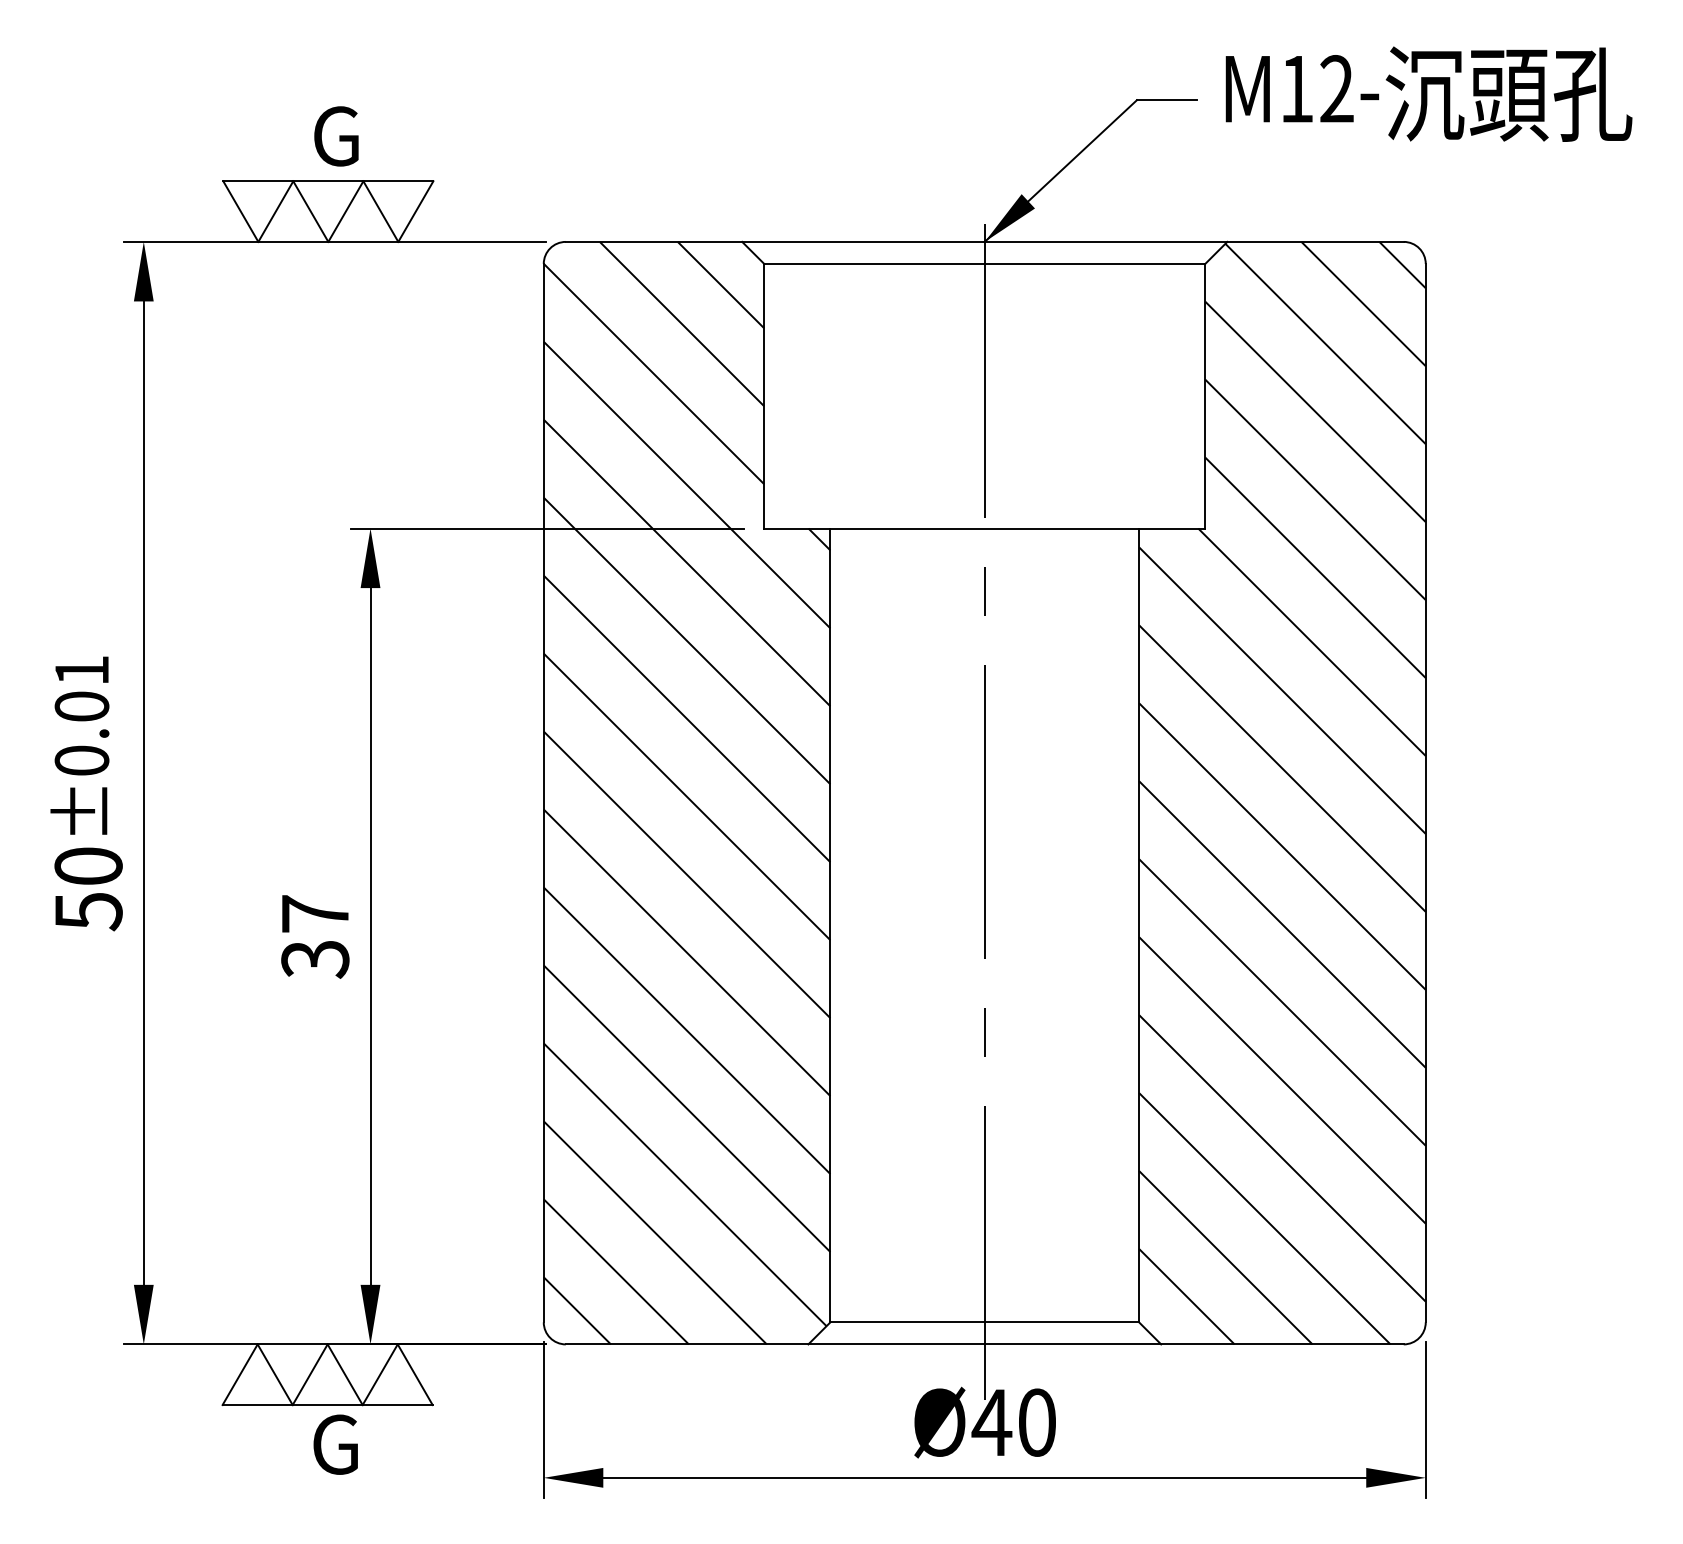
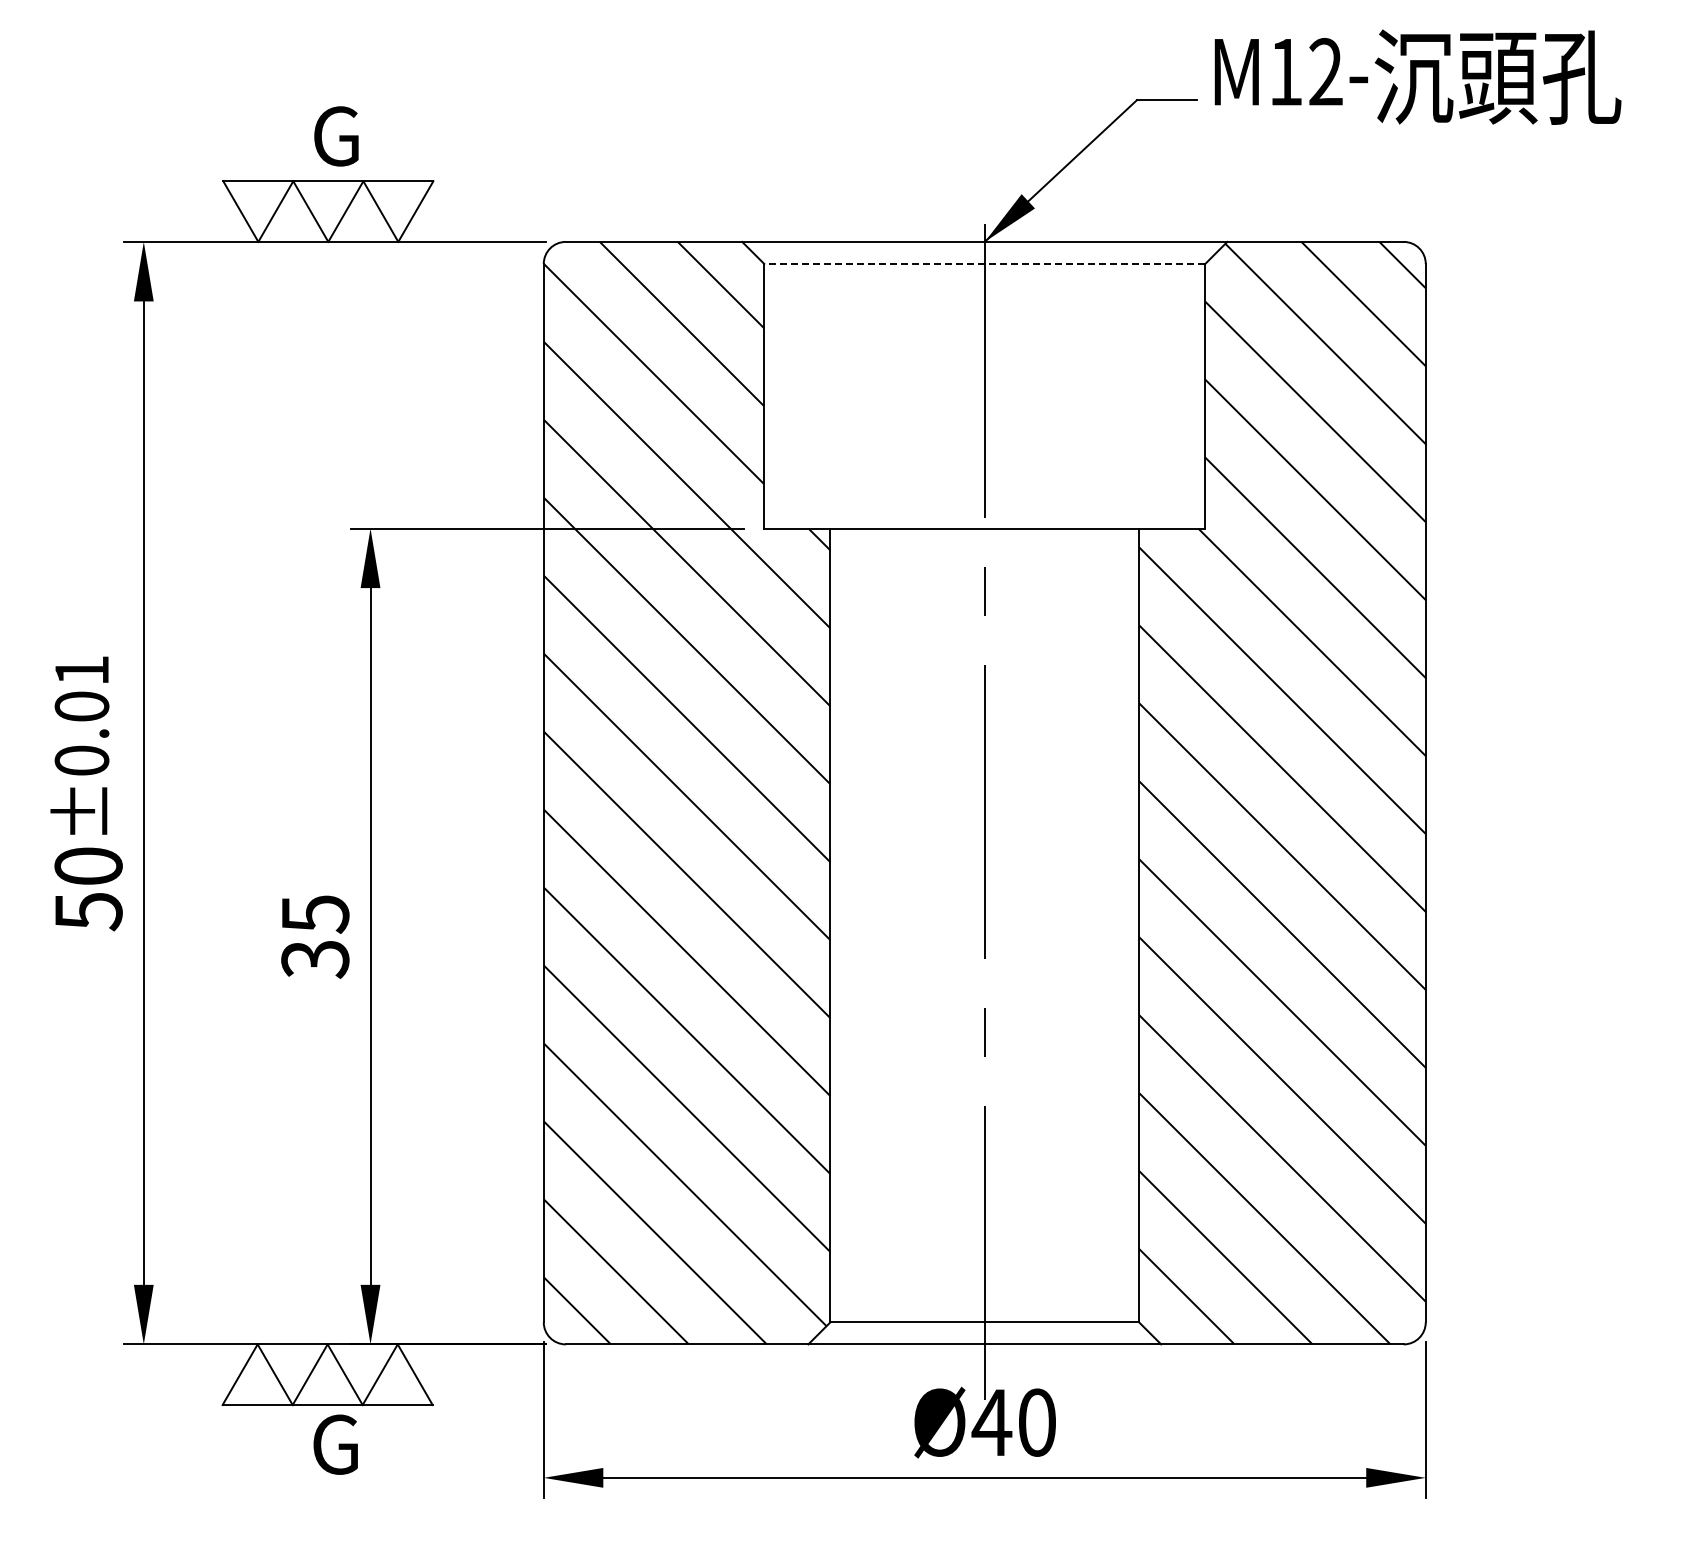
text at (1428, 93) position: (1428, 93) -> (1417, 76)
line at (984, 263): solid -> dashed
text at (315, 914): 37 -> 35
